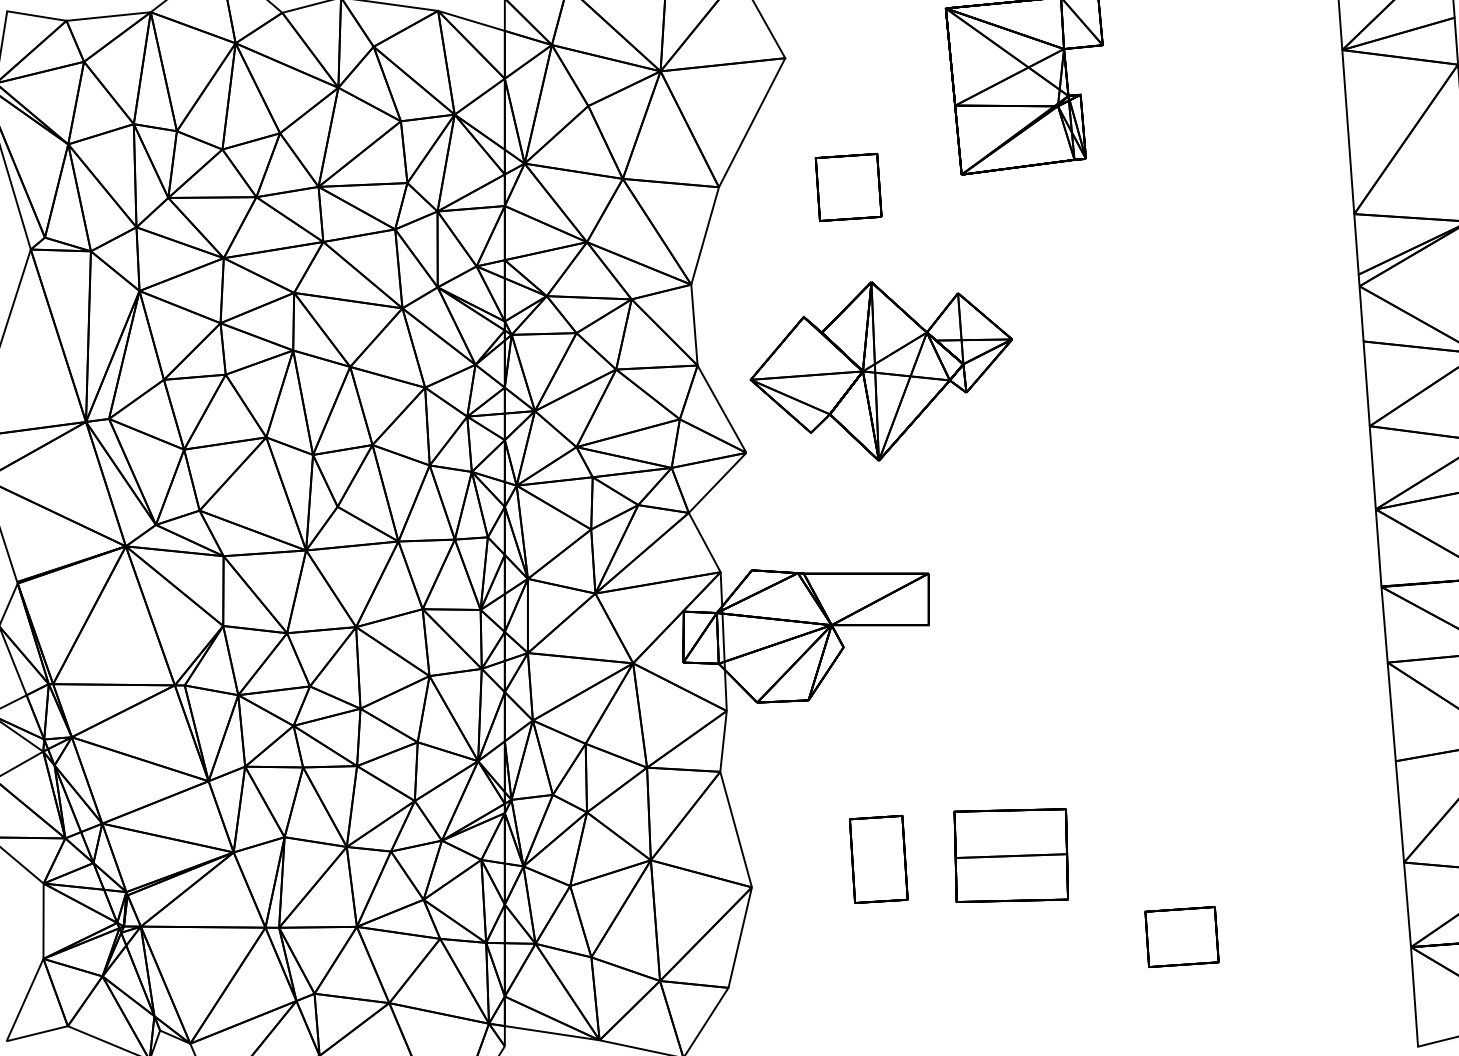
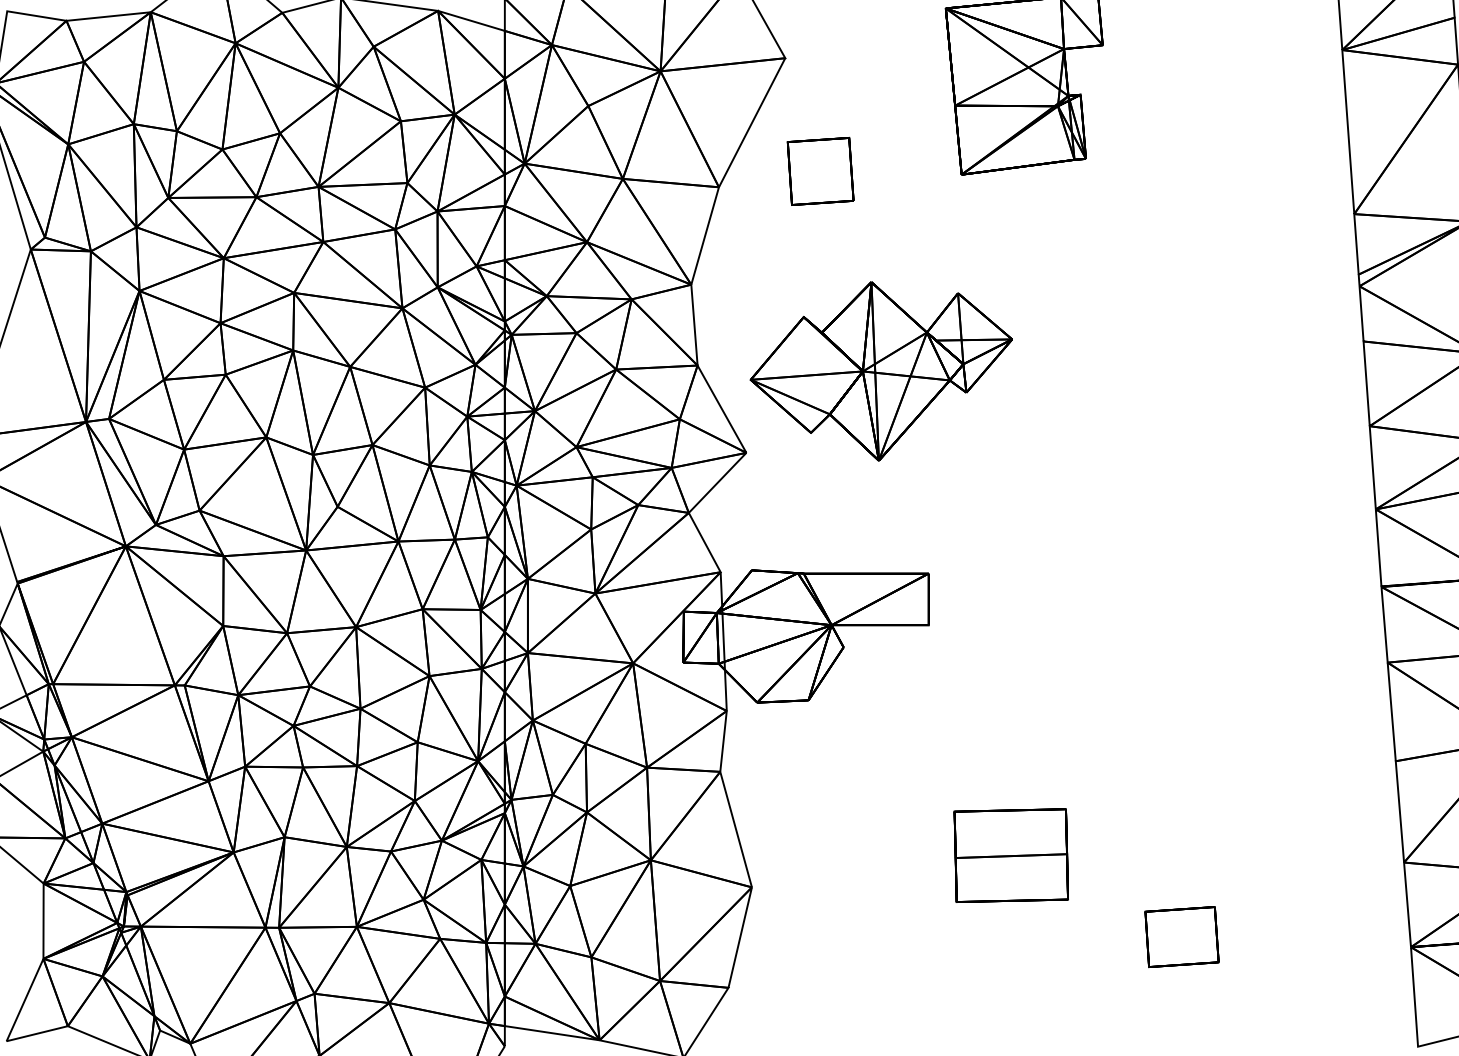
part at (848, 186) position: (848, 186) -> (820, 170)
part at (878, 858): present -> none
